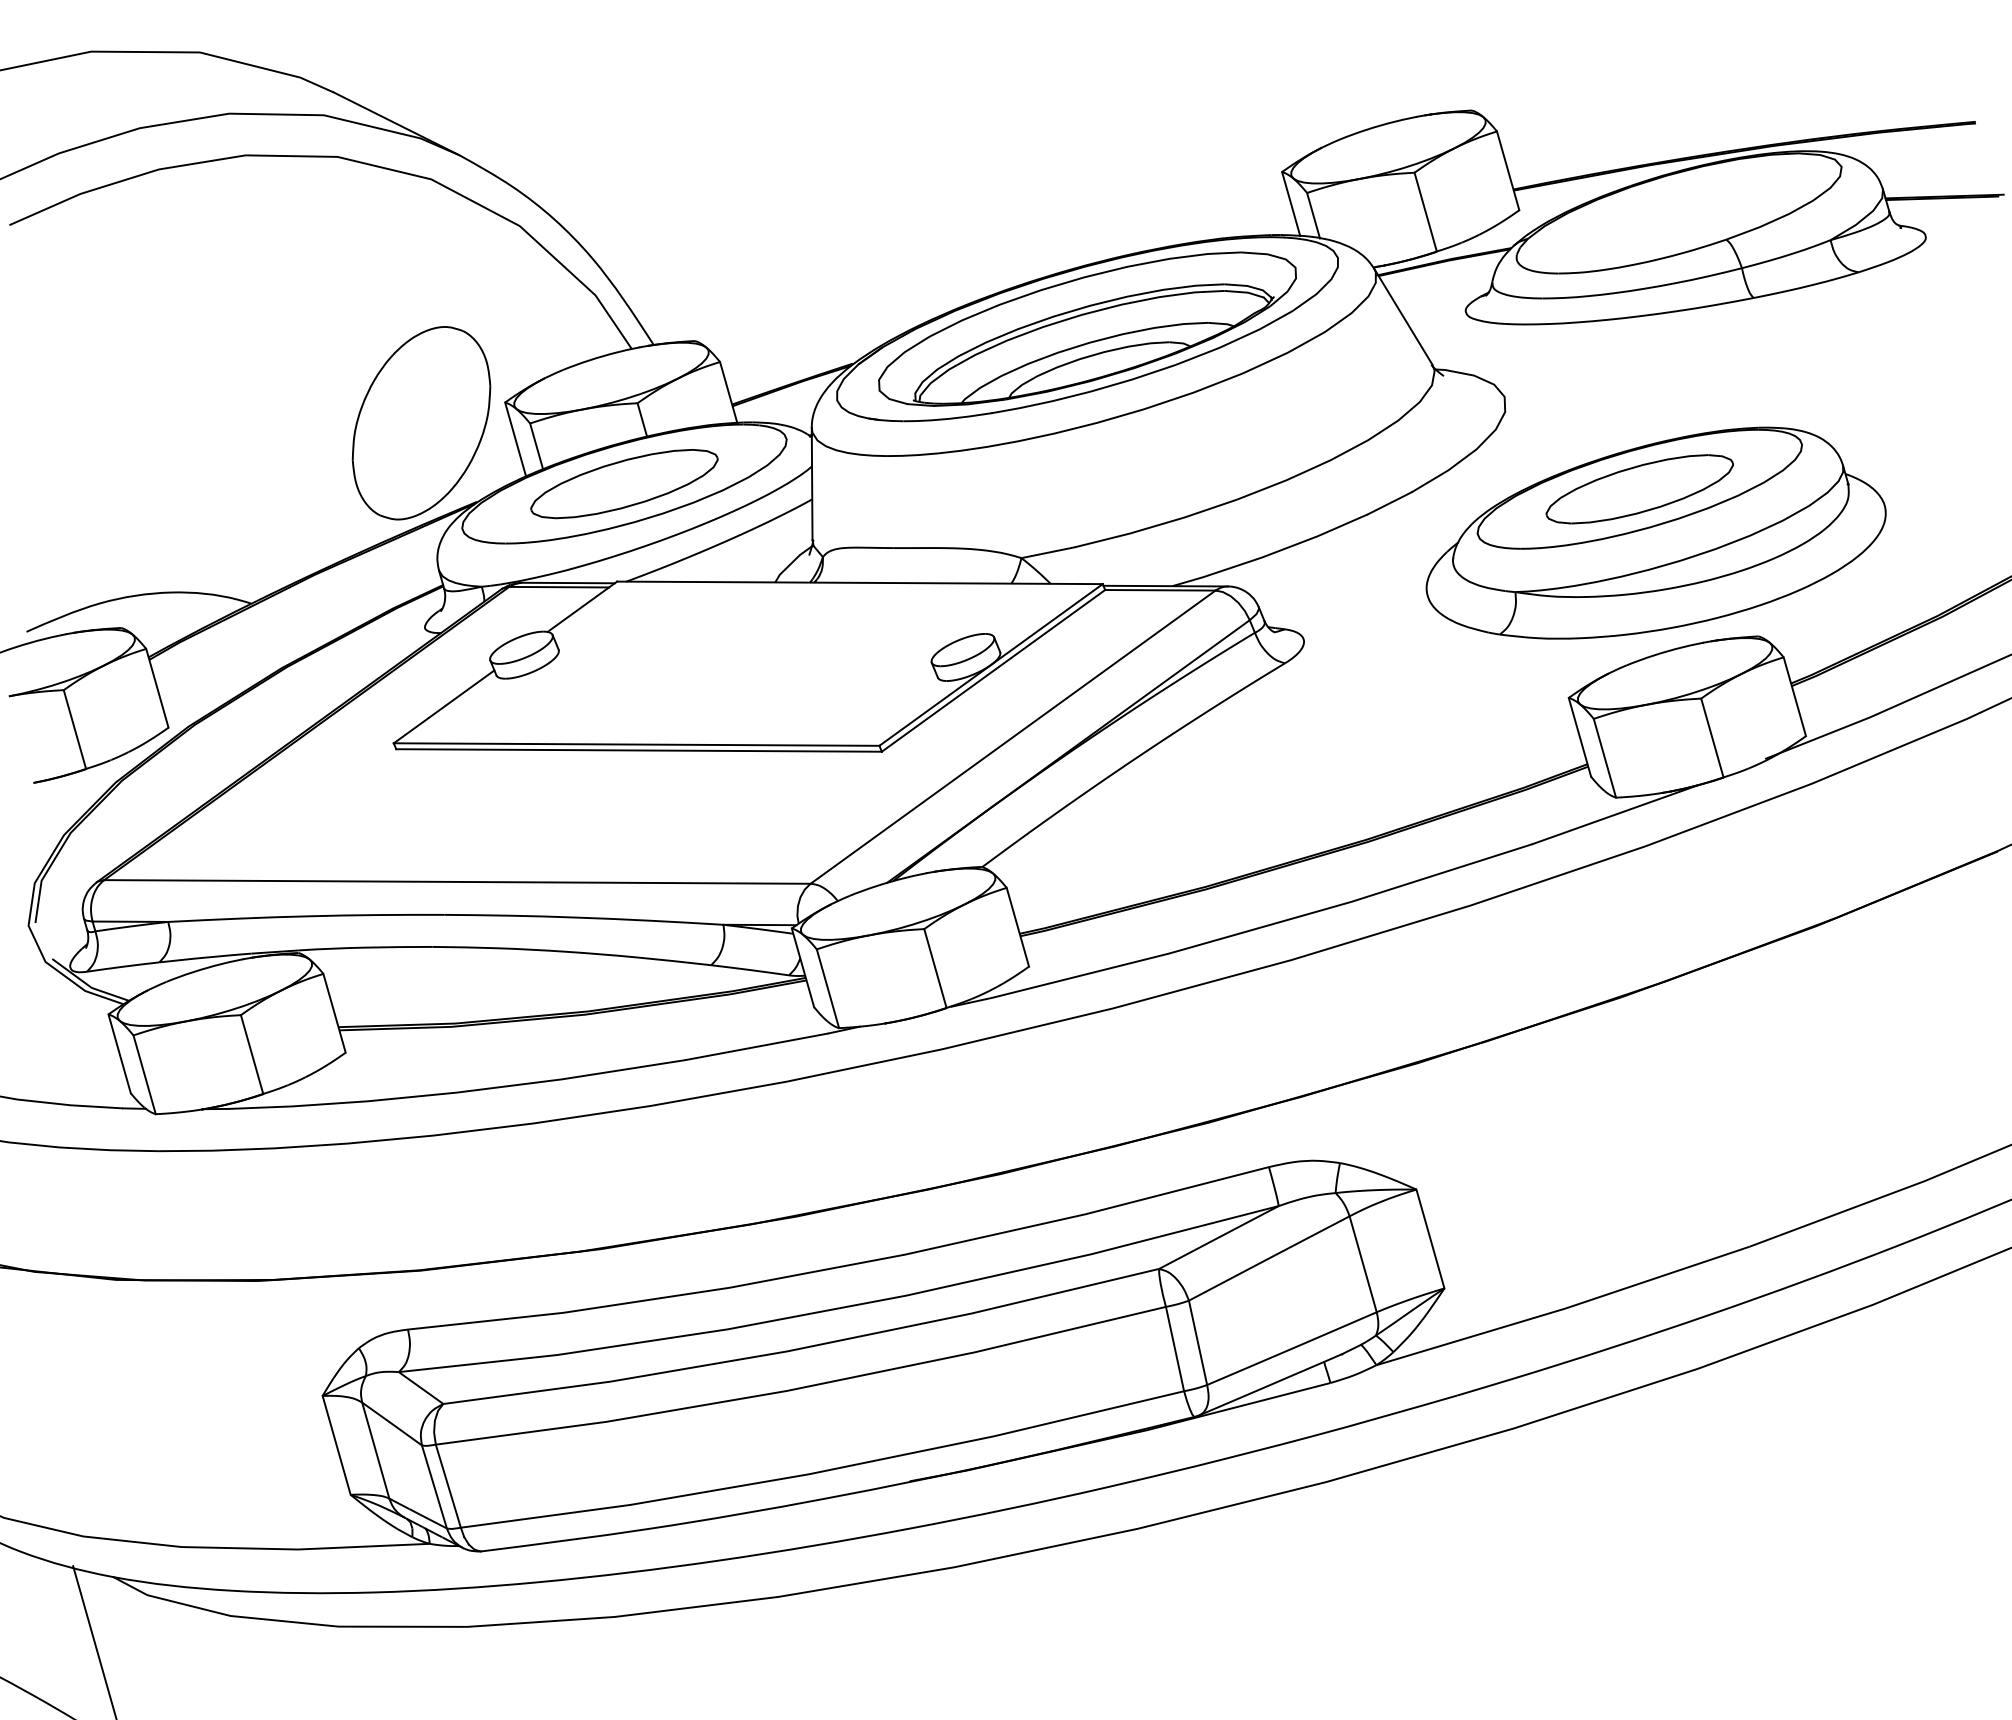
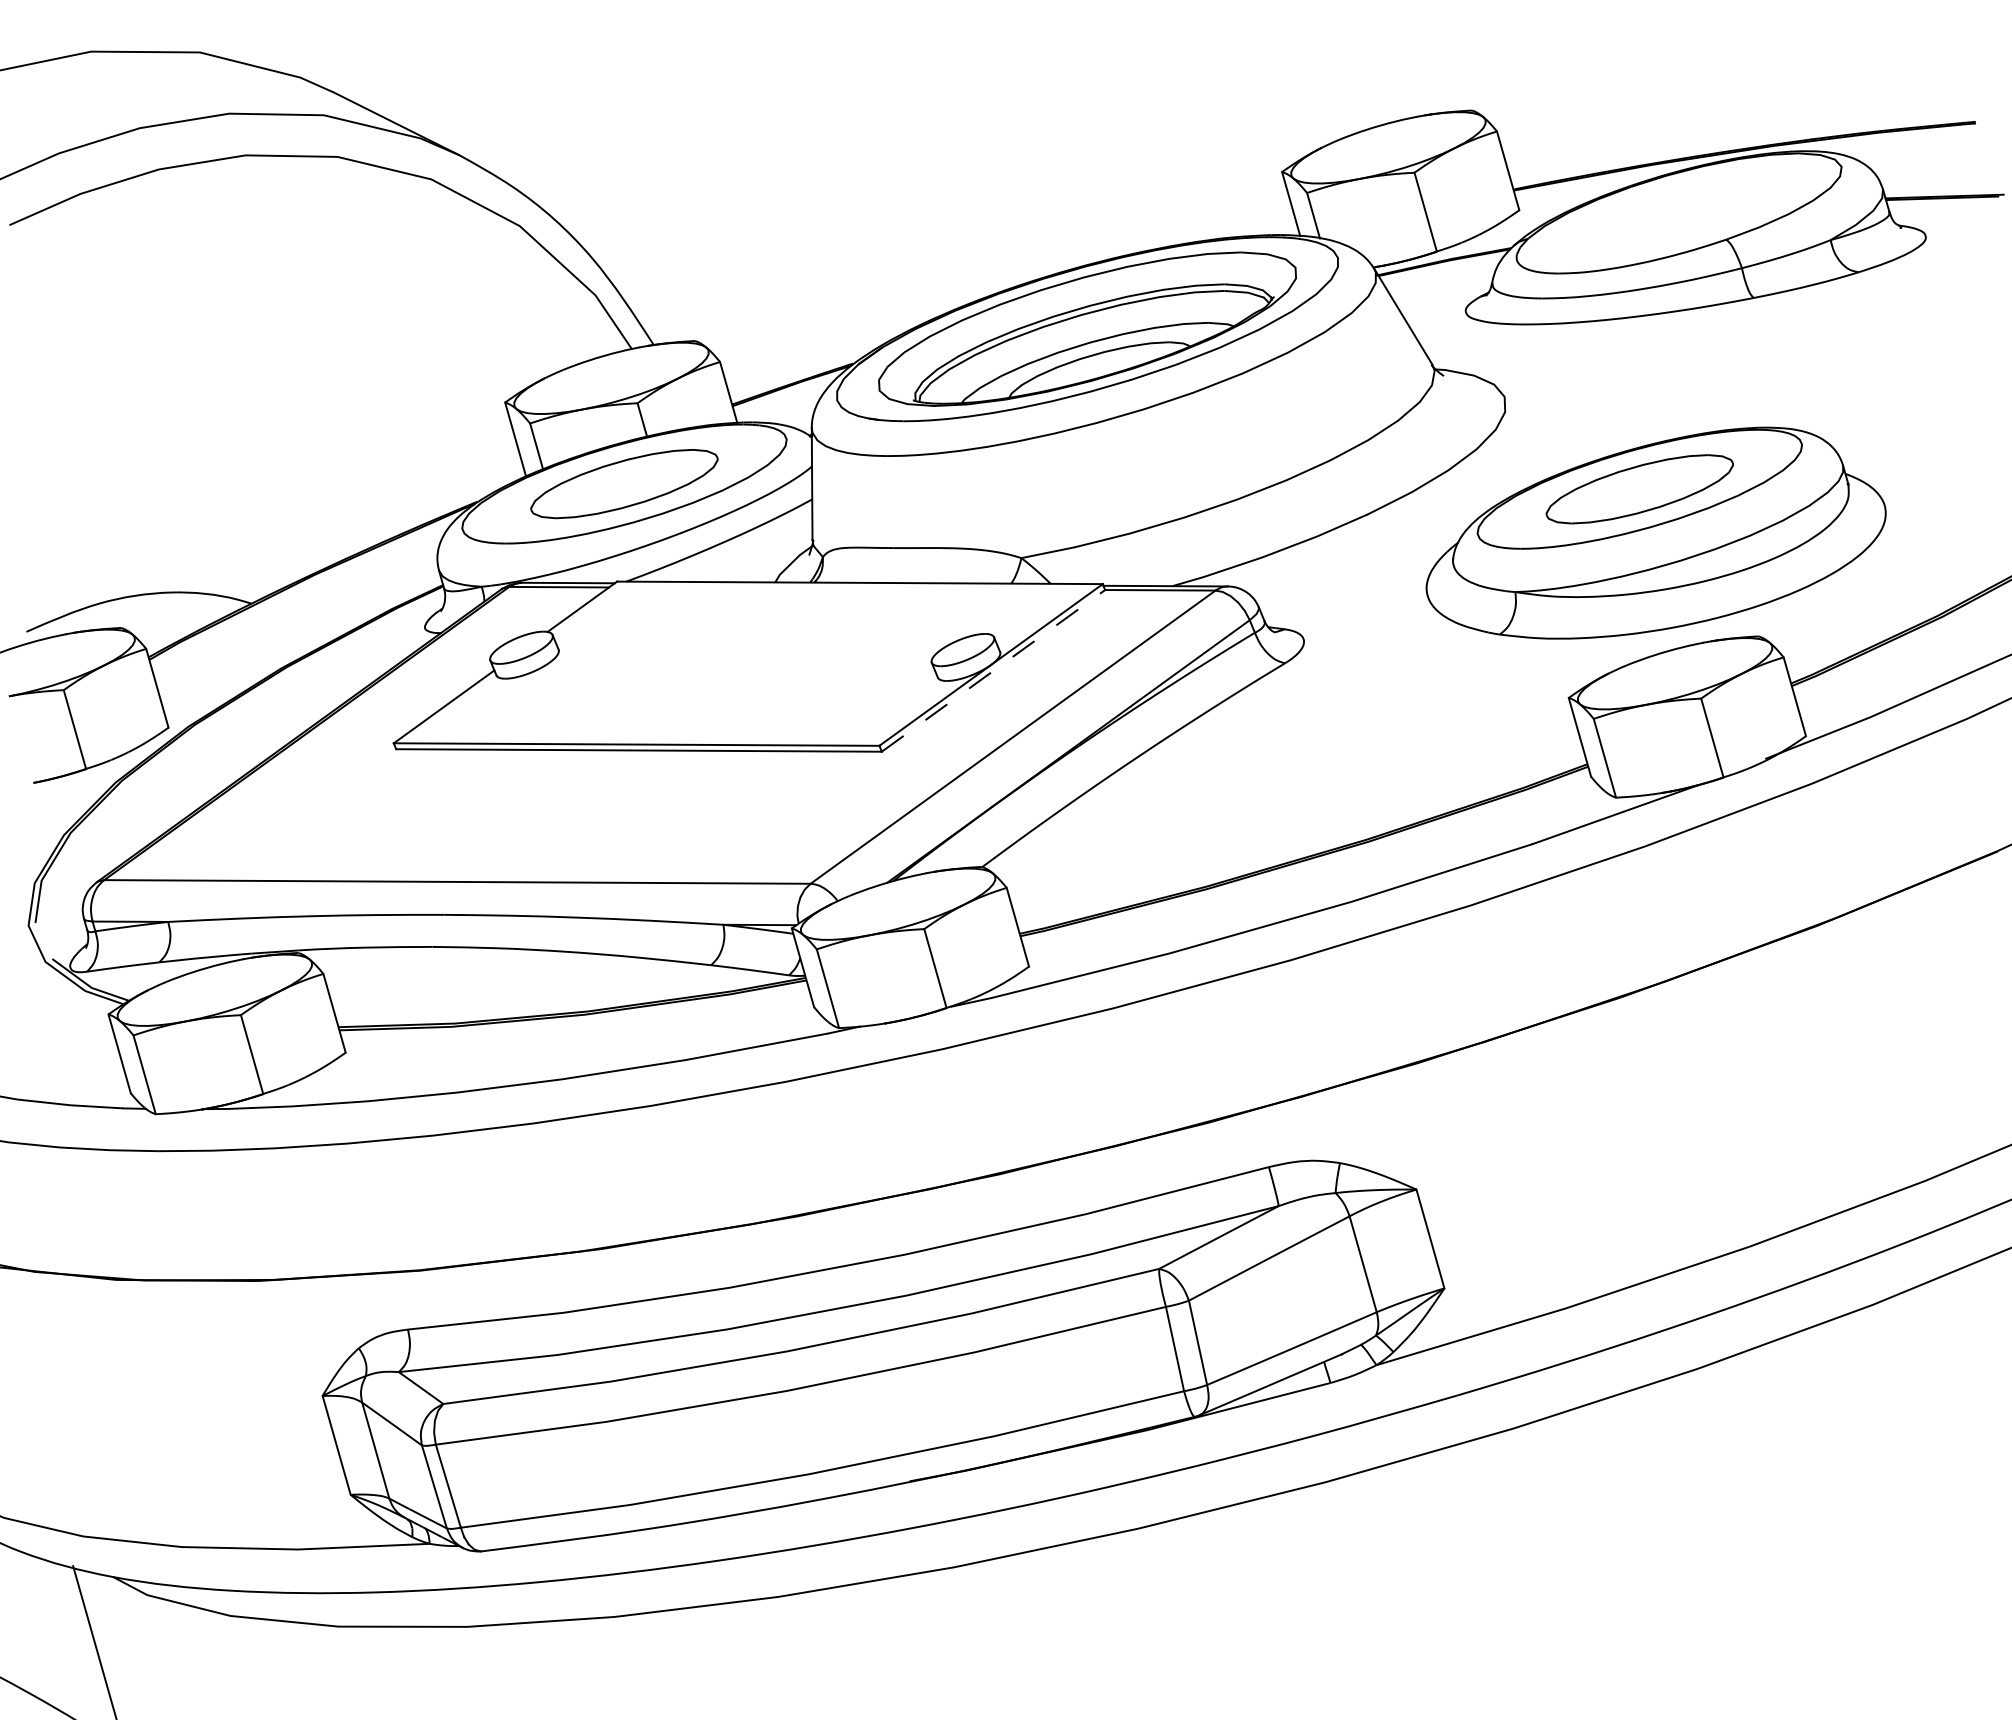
part at (421, 423): present -> none
line at (993, 670): solid -> dashed
